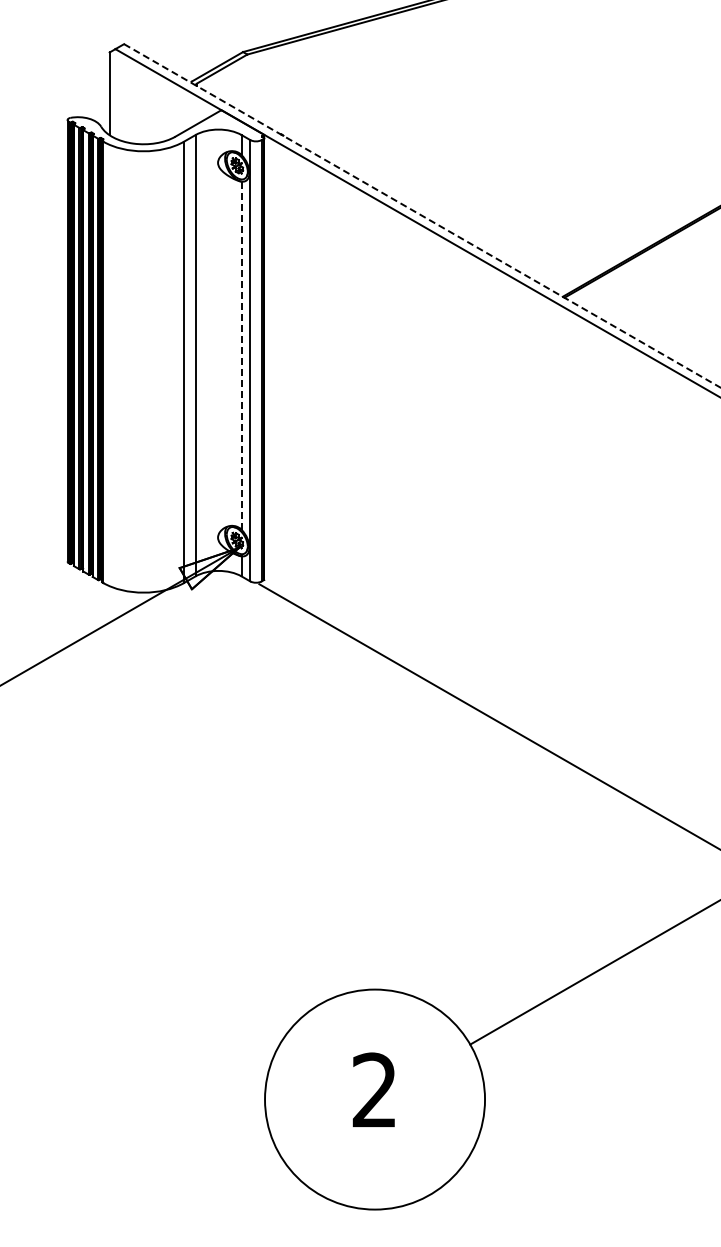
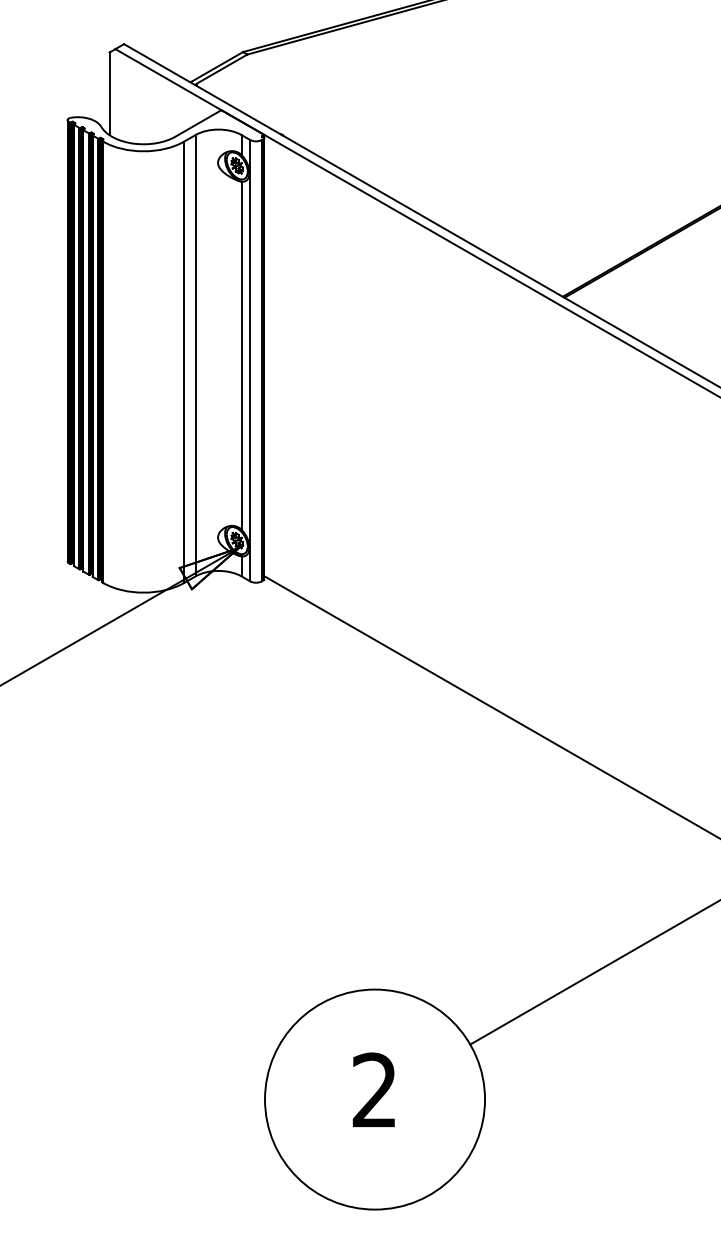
line at (422, 216): dashed -> solid
line at (241, 355): dashed -> solid
line at (488, 716) position: (488, 716) -> (490, 706)
